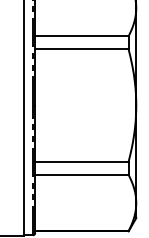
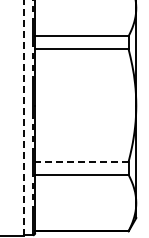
line at (23, 118): solid -> dashed
line at (81, 161): solid -> dashed
